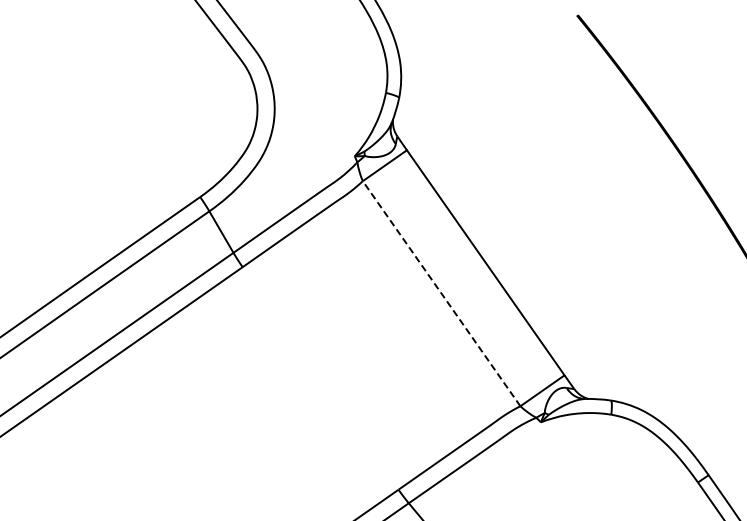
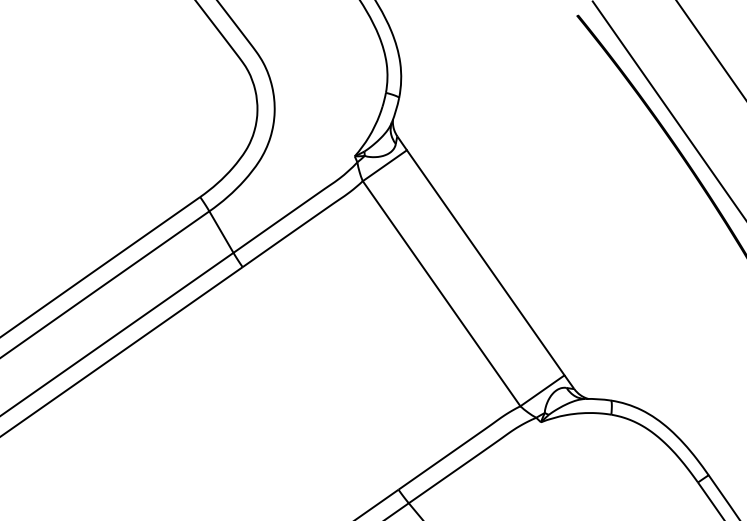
line at (710, 49): none -> present
line at (668, 109): none -> present
line at (441, 293): dashed -> solid
